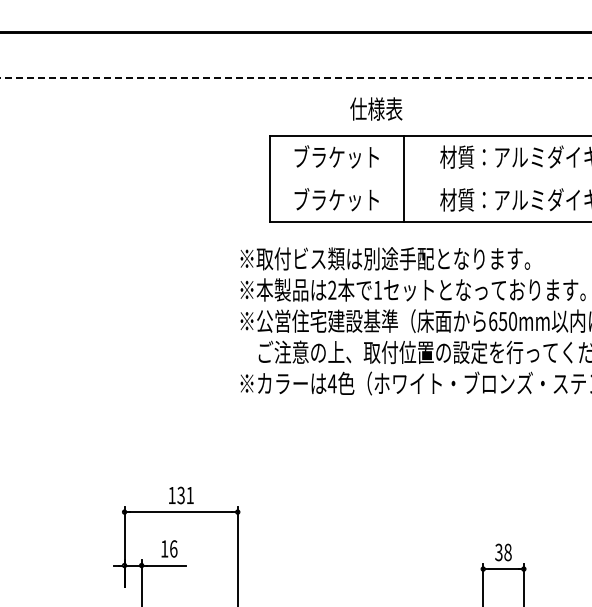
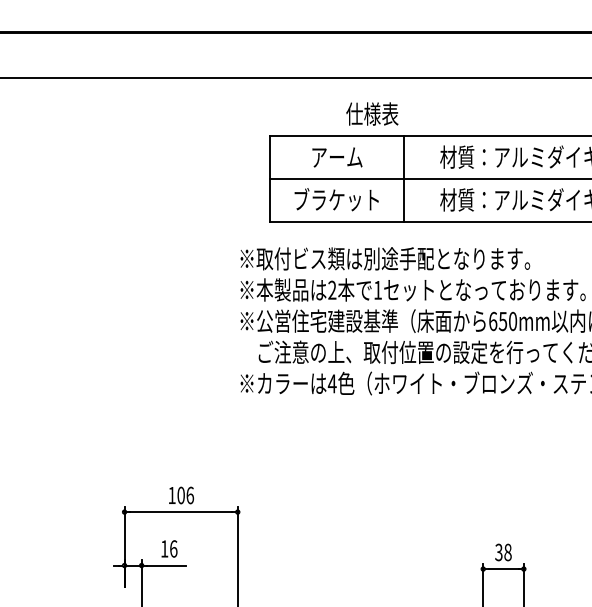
line at (295, 77): dashed -> solid
text at (376, 108) position: (376, 108) -> (372, 113)
text at (336, 156): ブラケット -> アーム
line at (429, 178): none -> present
text at (185, 495): 131 -> 106
